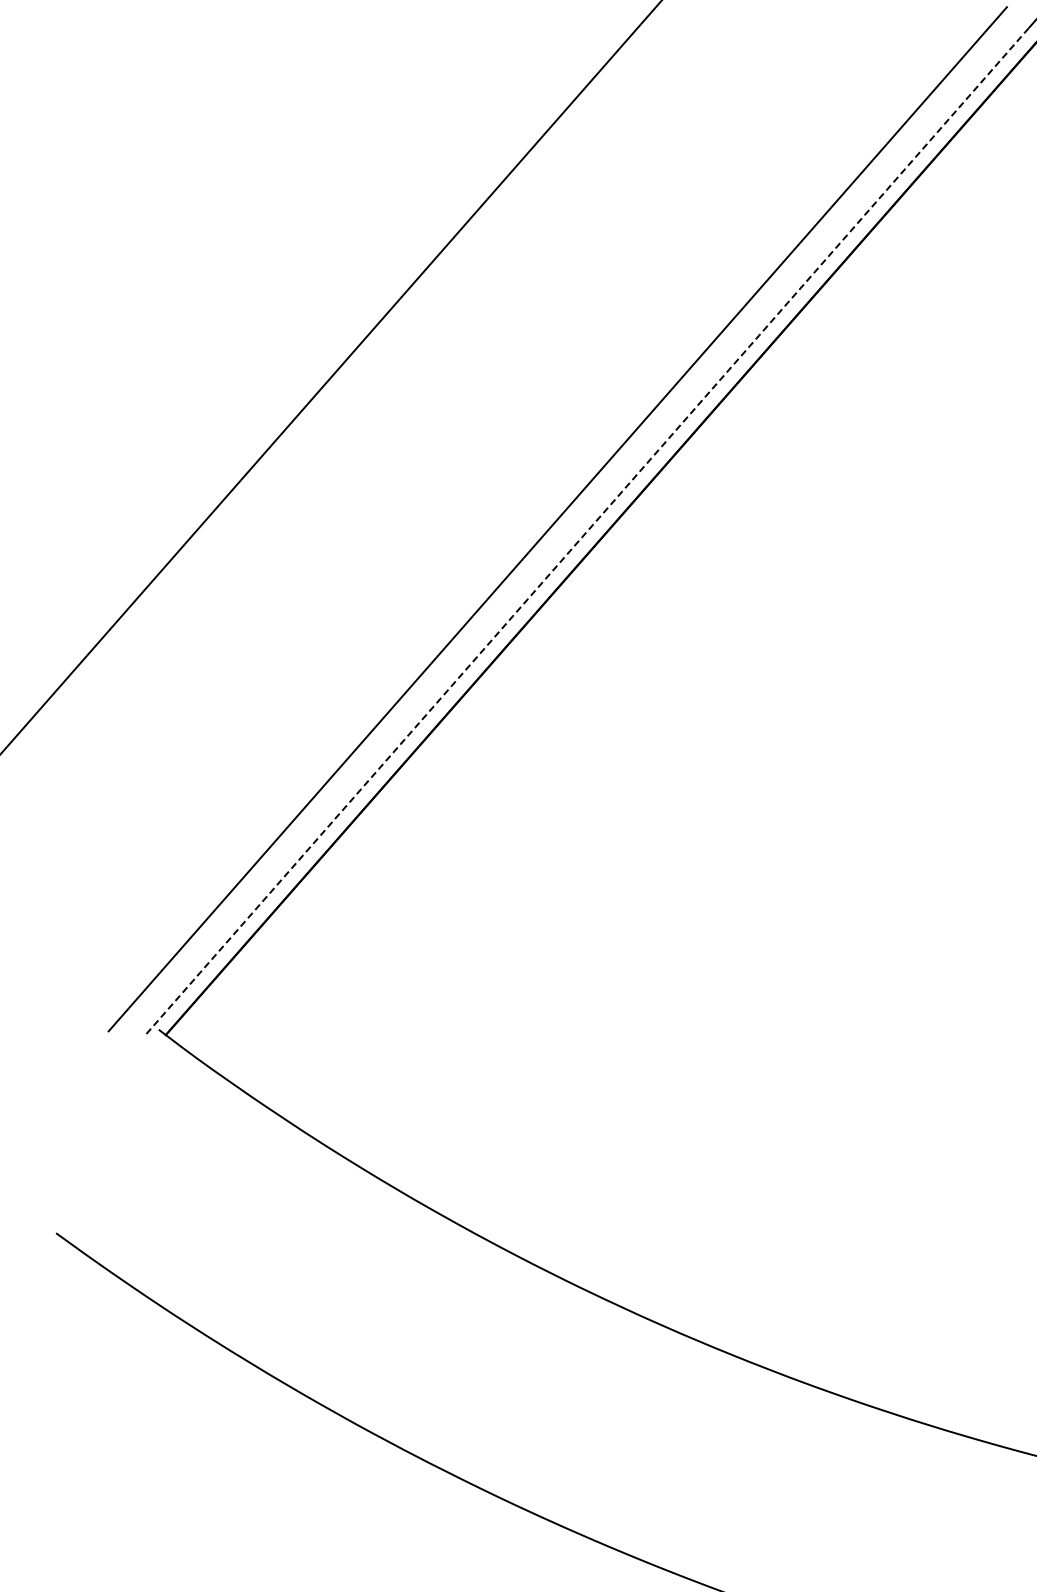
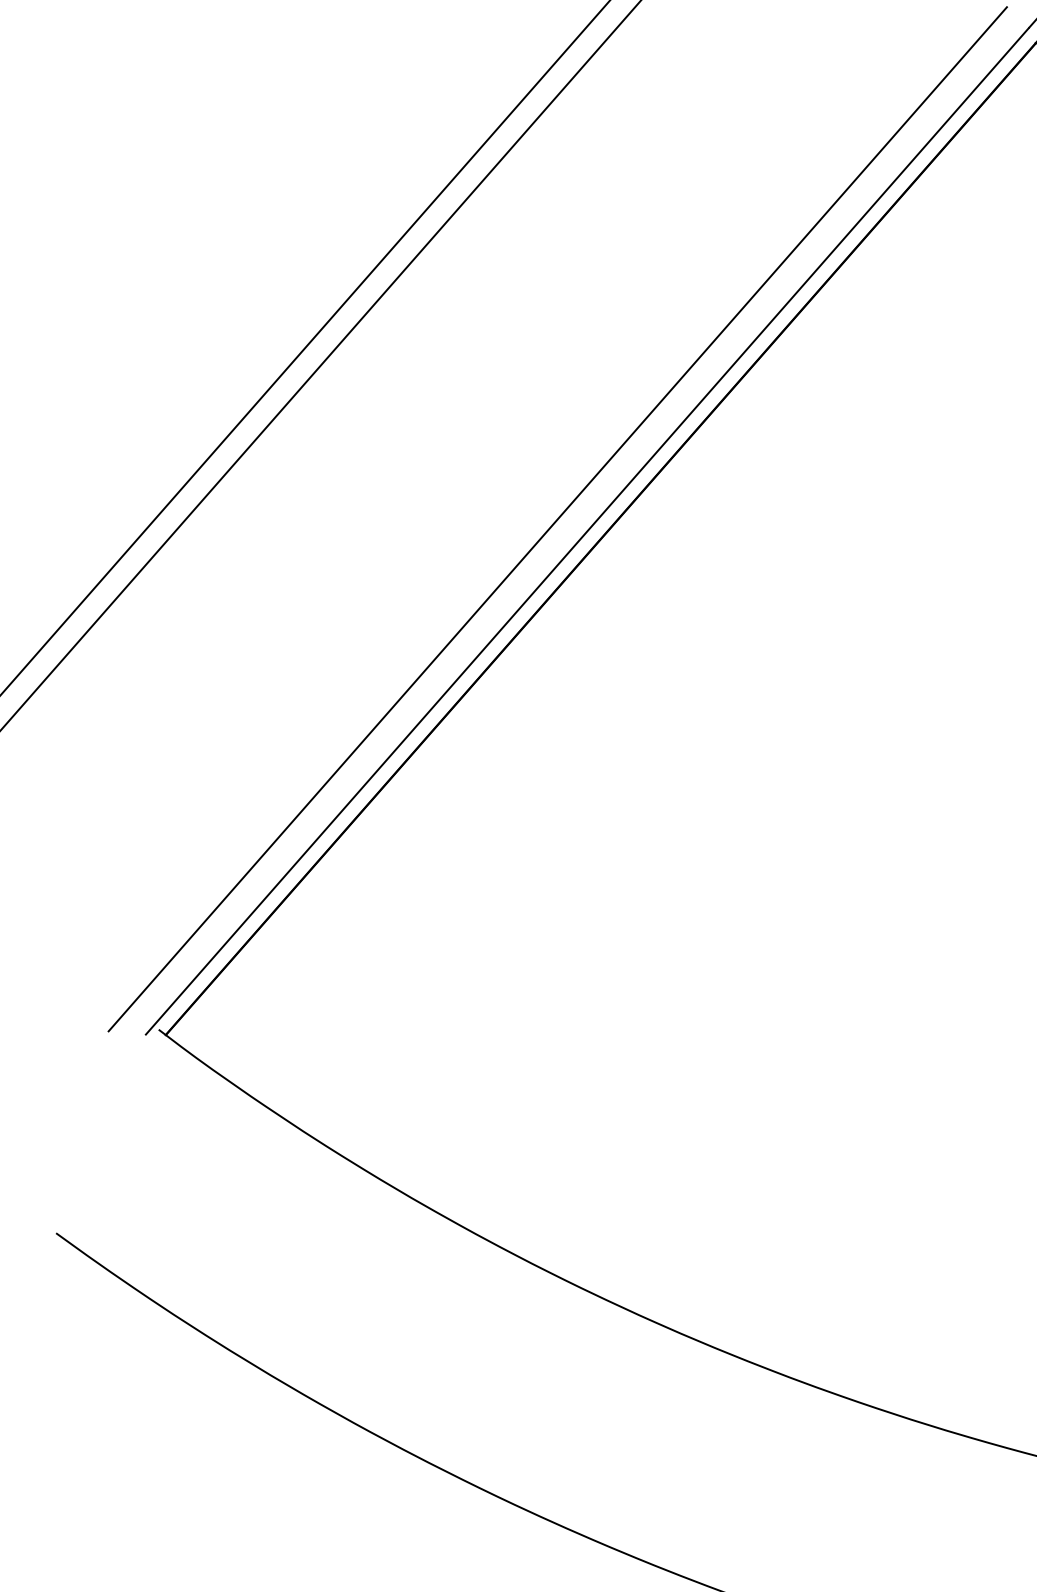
line at (305, 347): none -> present
line at (331, 377) position: (331, 377) -> (320, 365)
line at (587, 531): dashed -> solid
